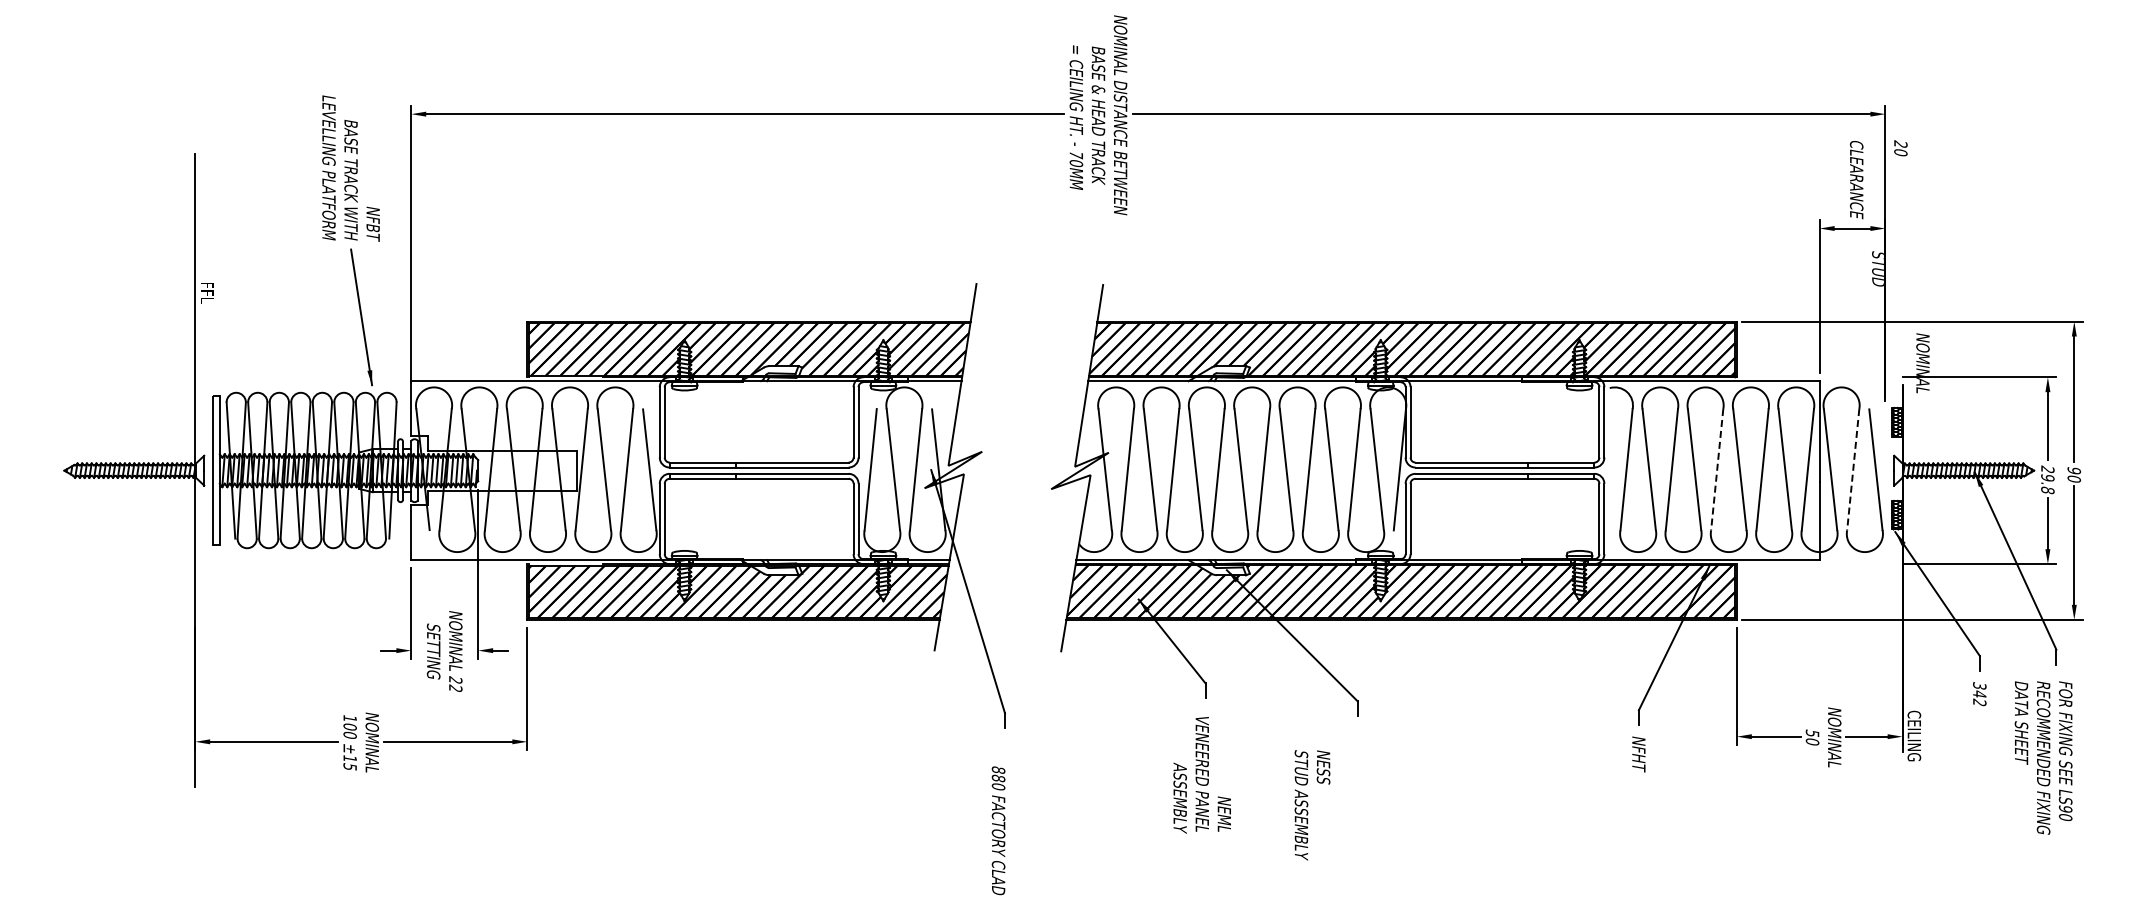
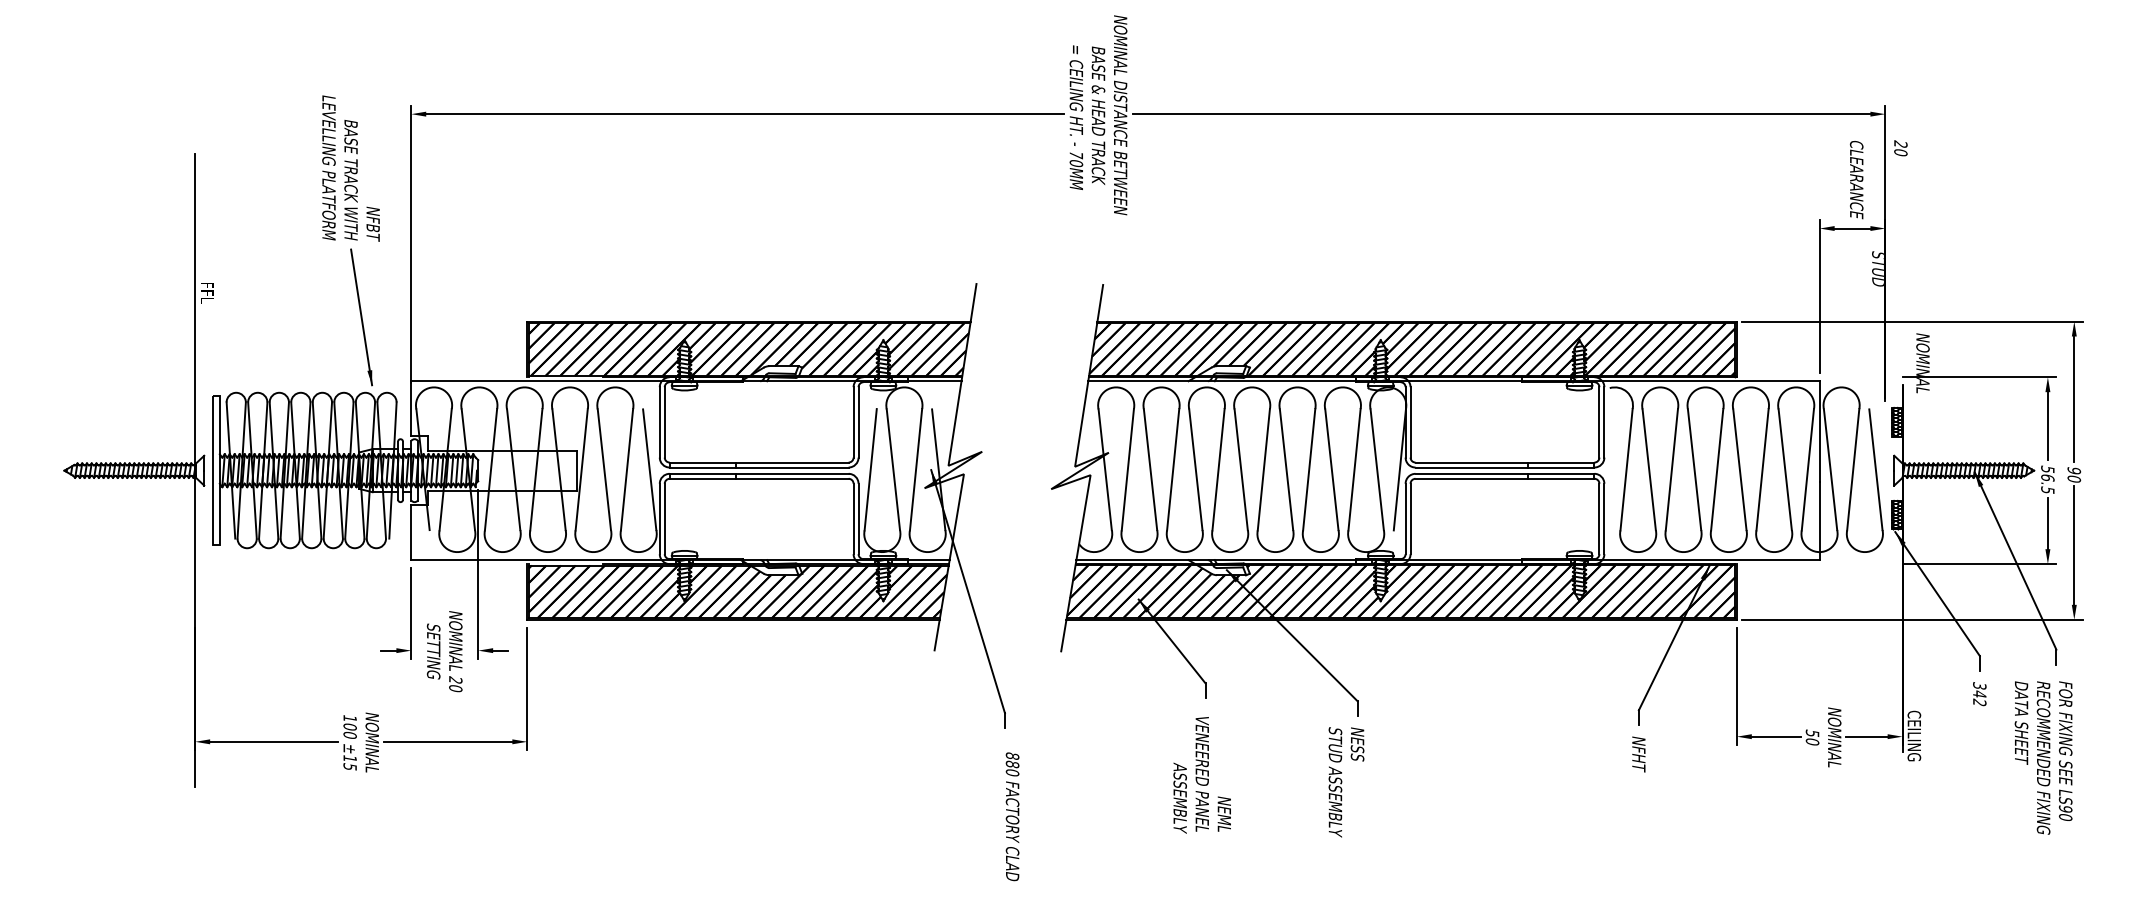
line at (1717, 469): dashed -> solid
line at (1853, 469): dashed -> solid
text at (2047, 479): 29.8 -> 56.5
text at (455, 688): 22 -> 20
text at (1312, 805) position: (1312, 805) -> (1346, 782)
text at (998, 830) position: (998, 830) -> (1012, 816)
